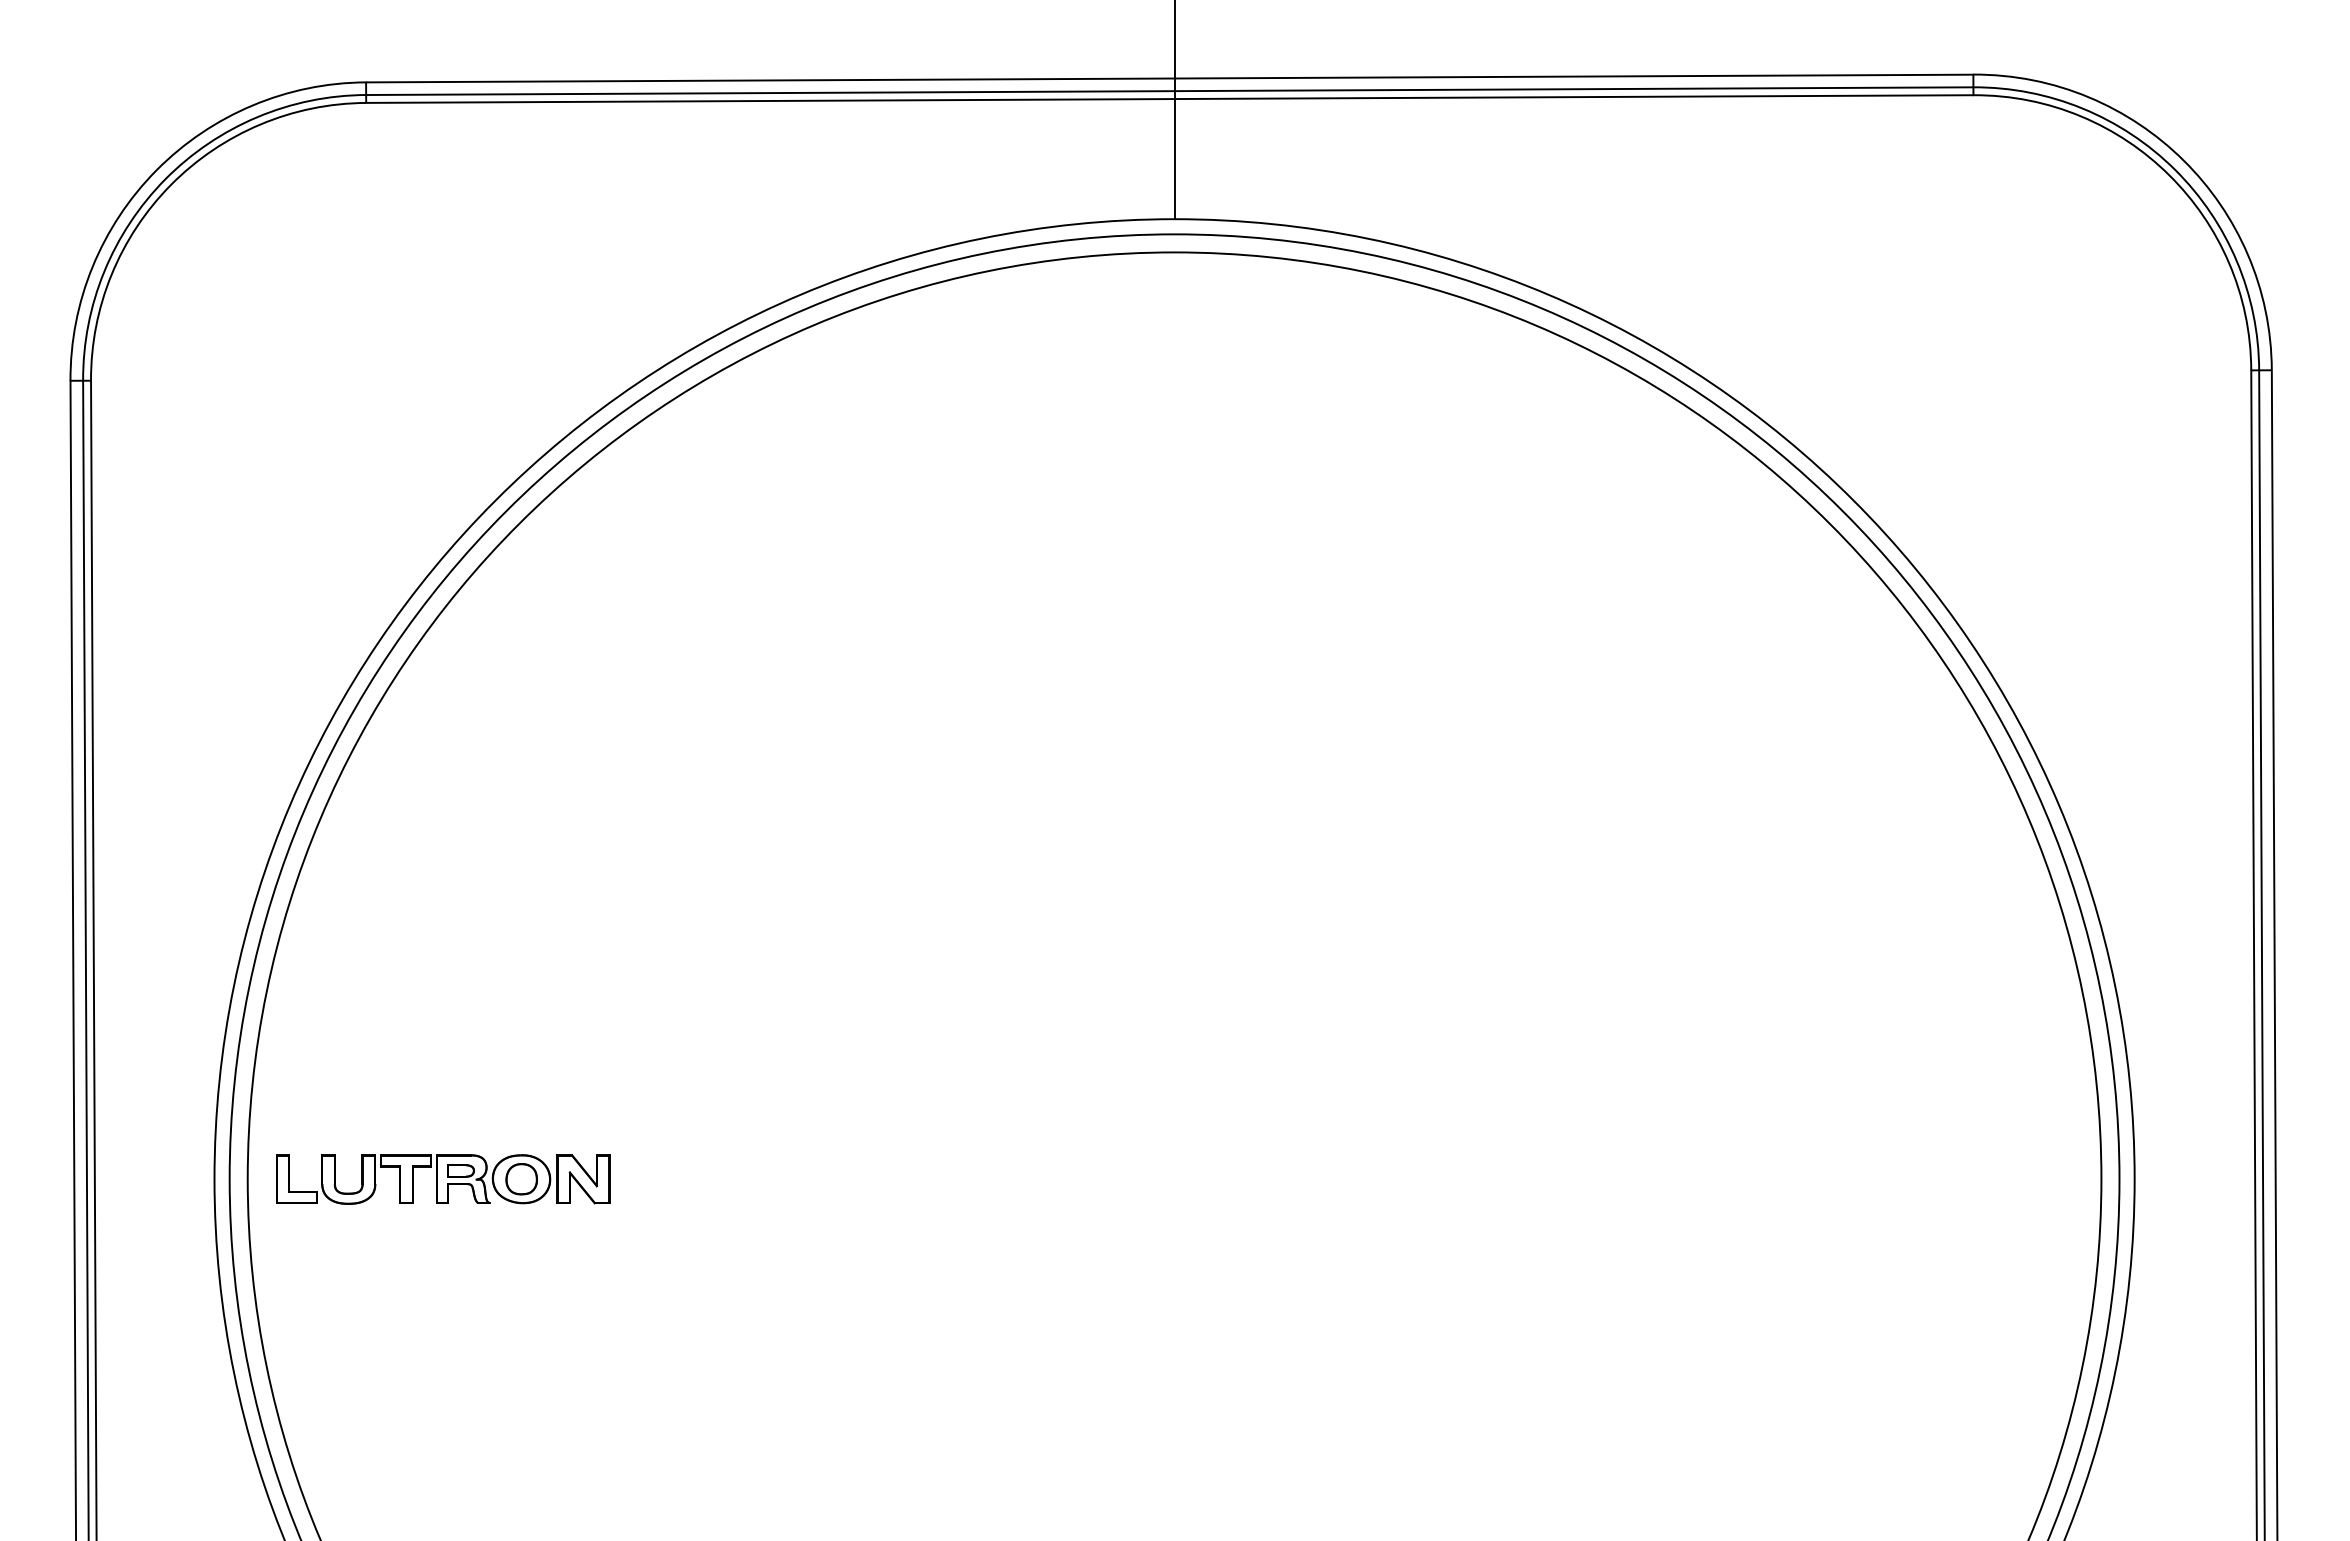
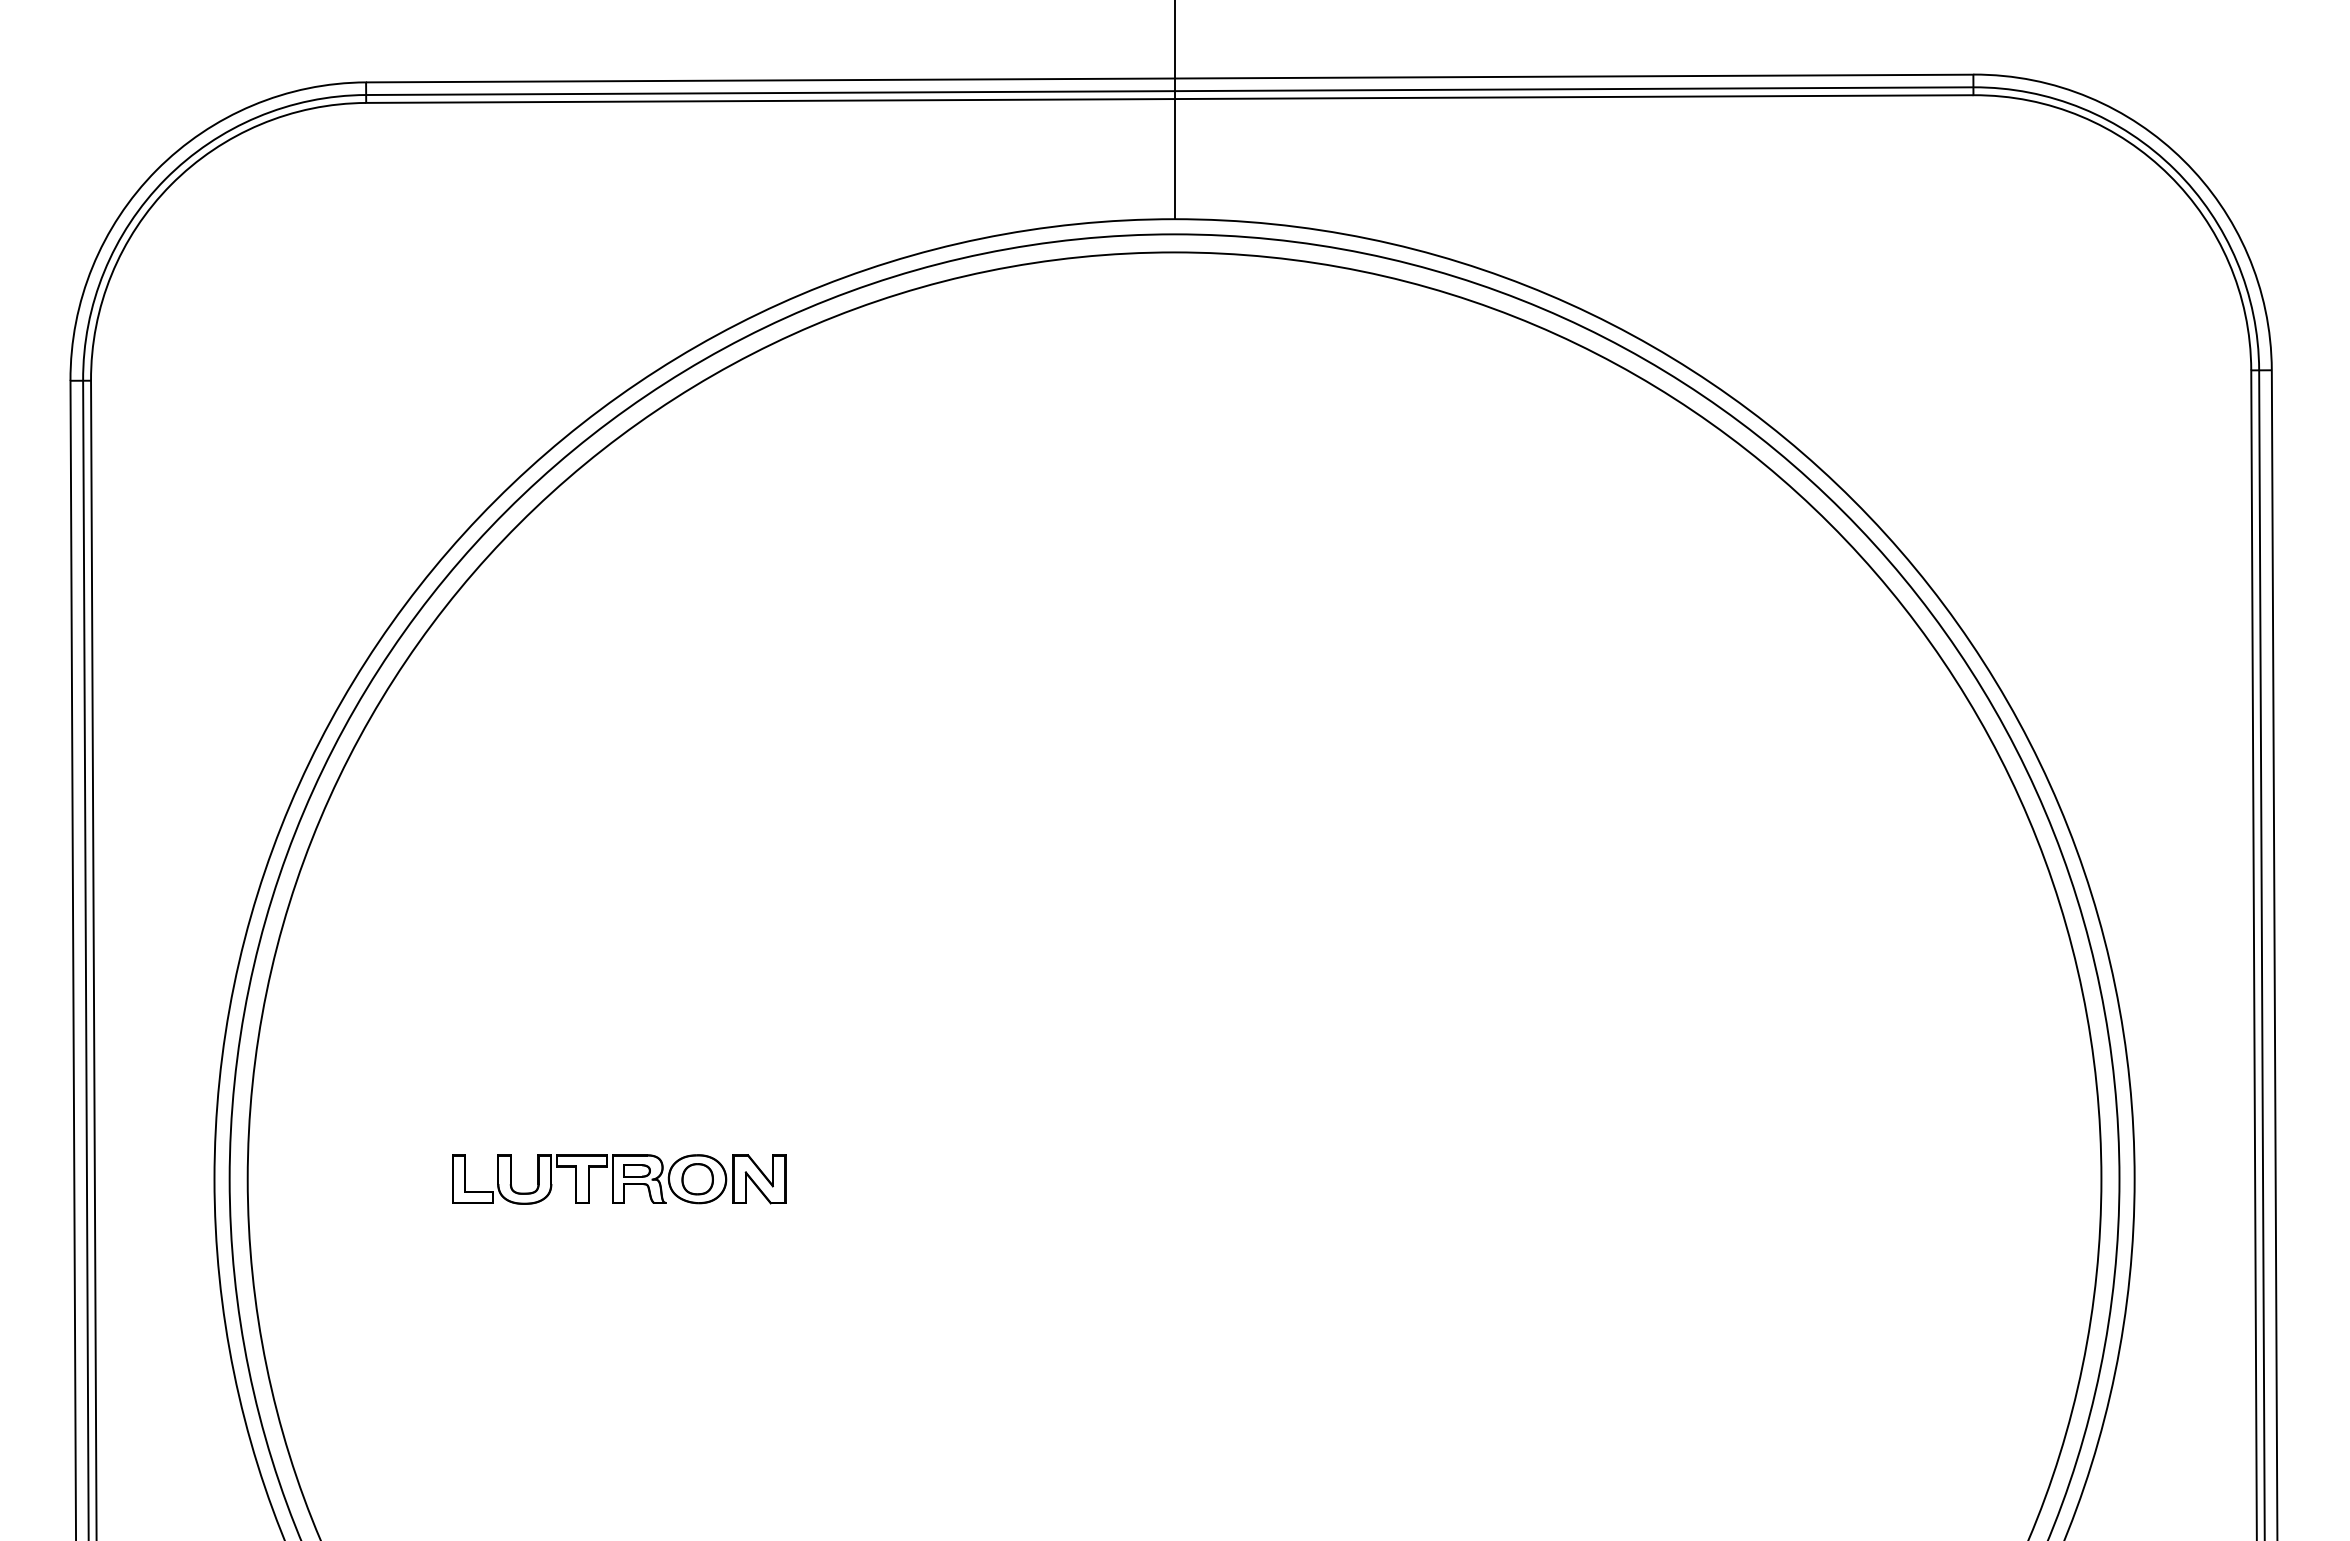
part at (443, 1179) position: (443, 1179) -> (619, 1179)
